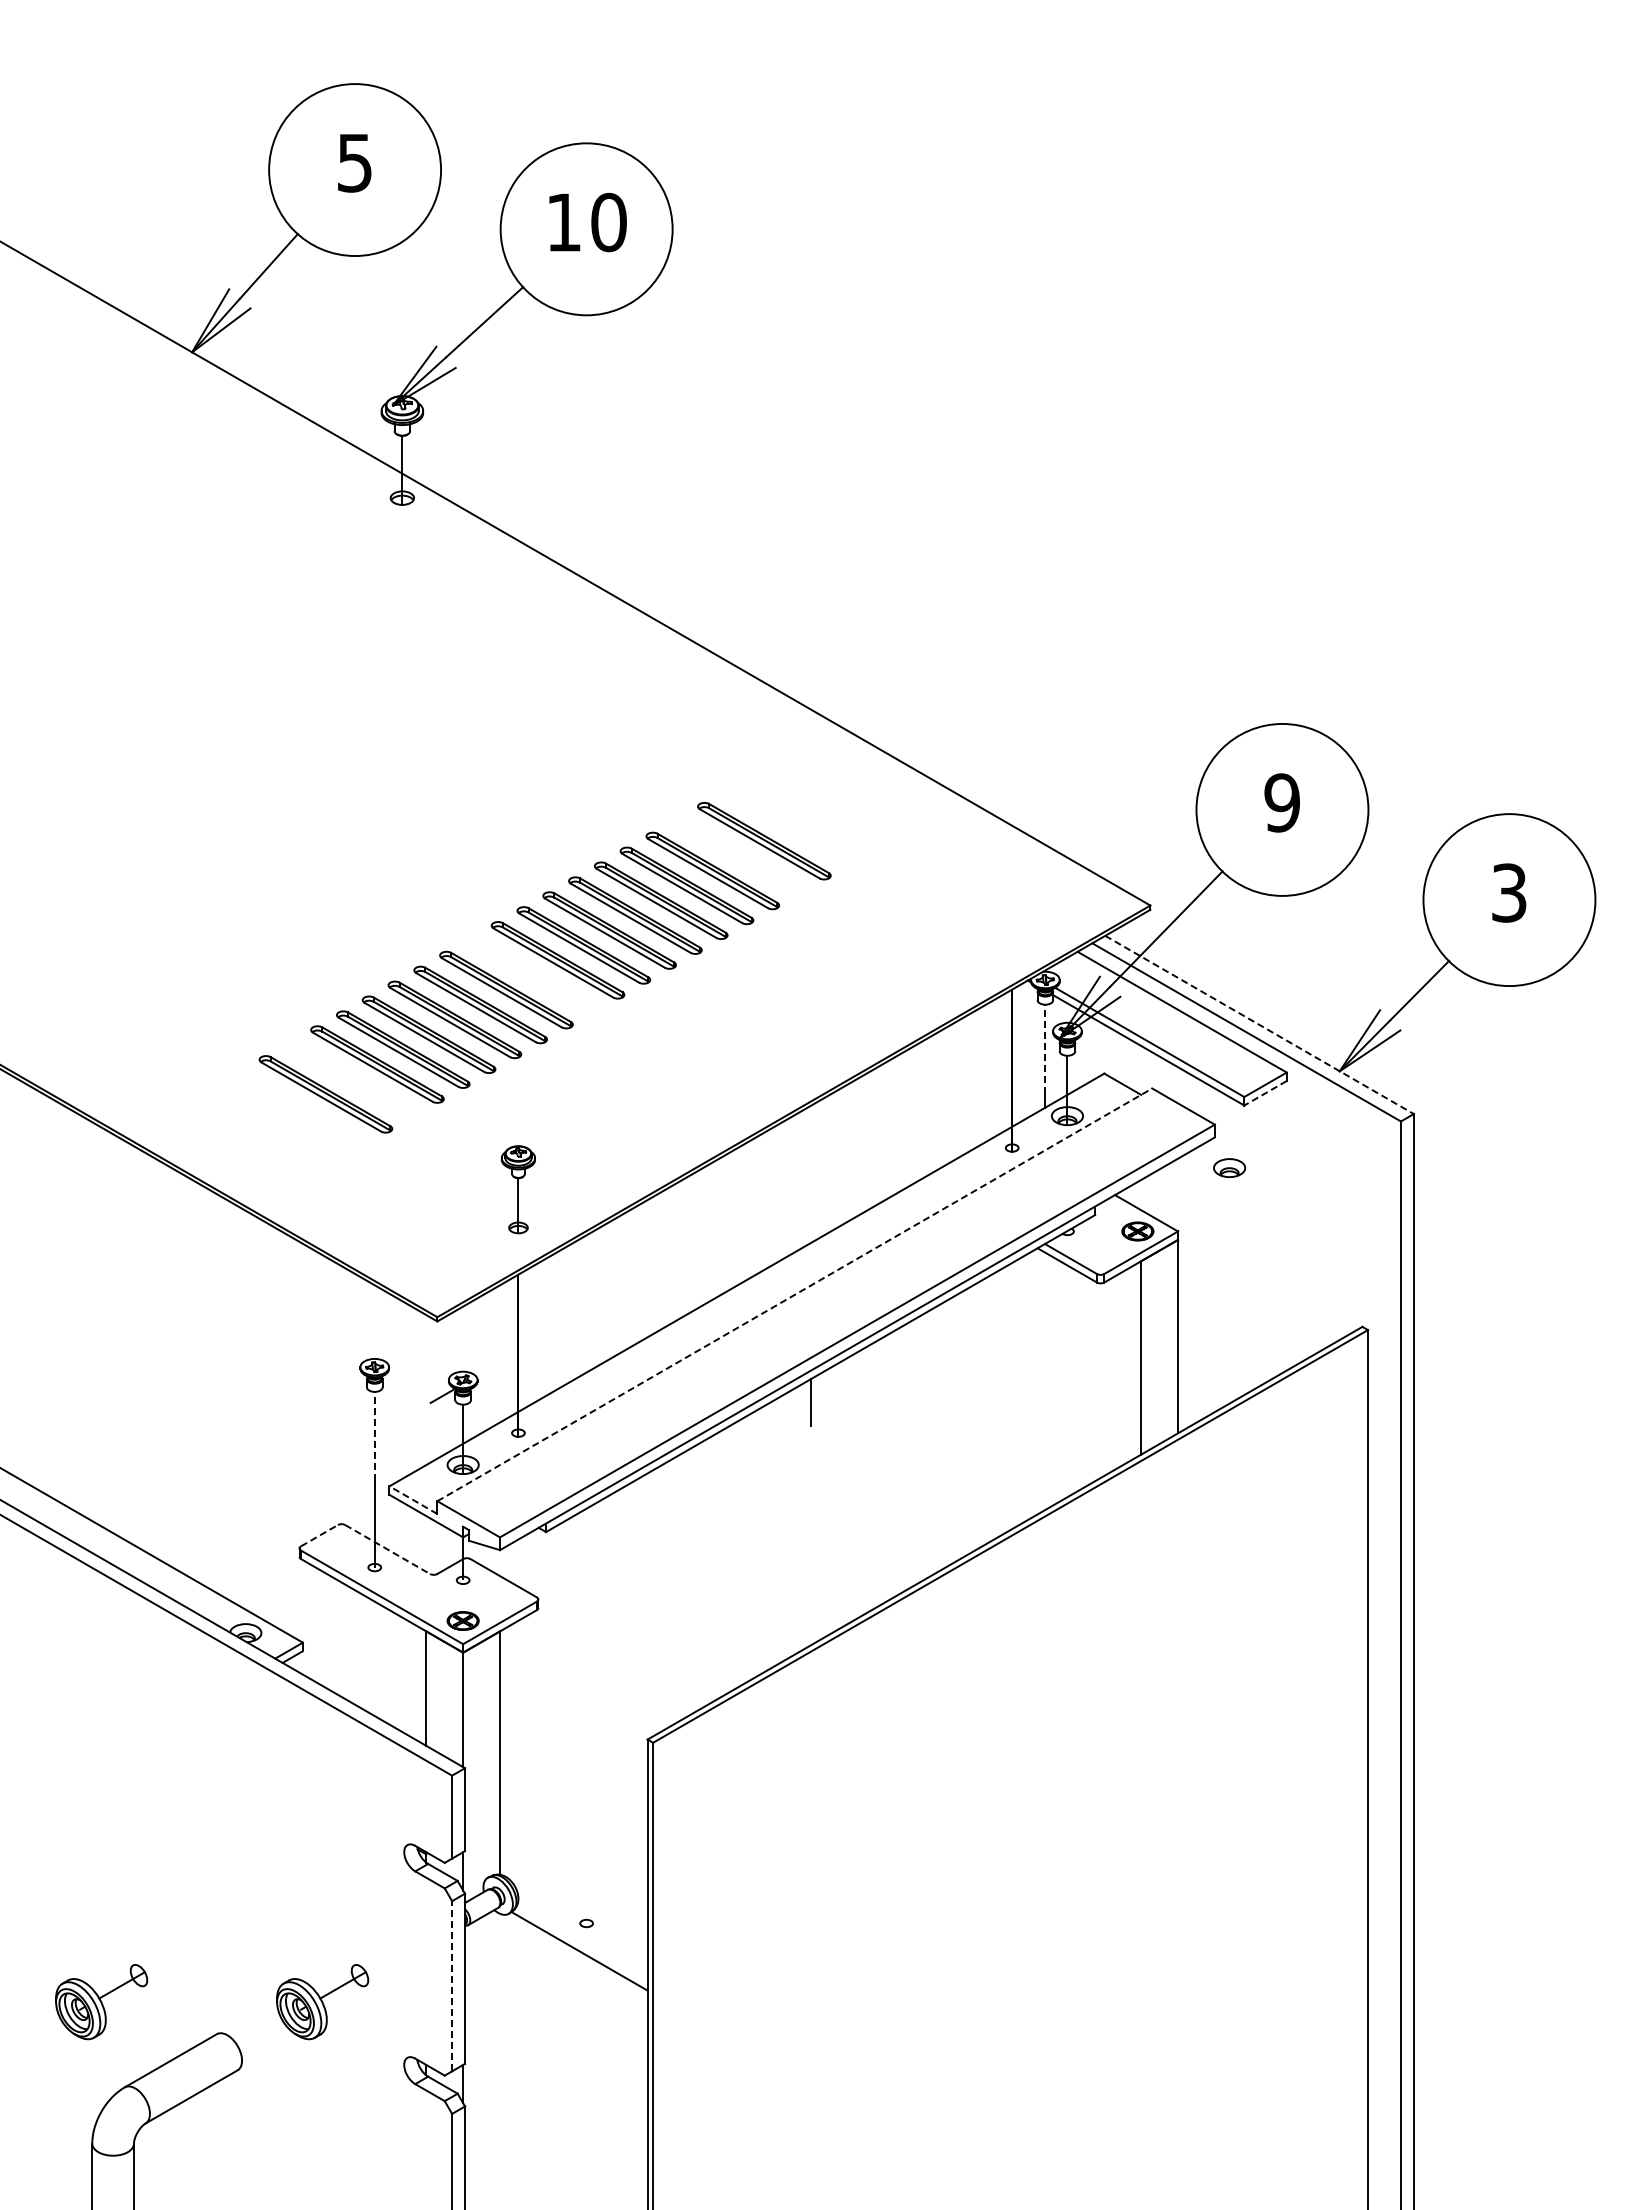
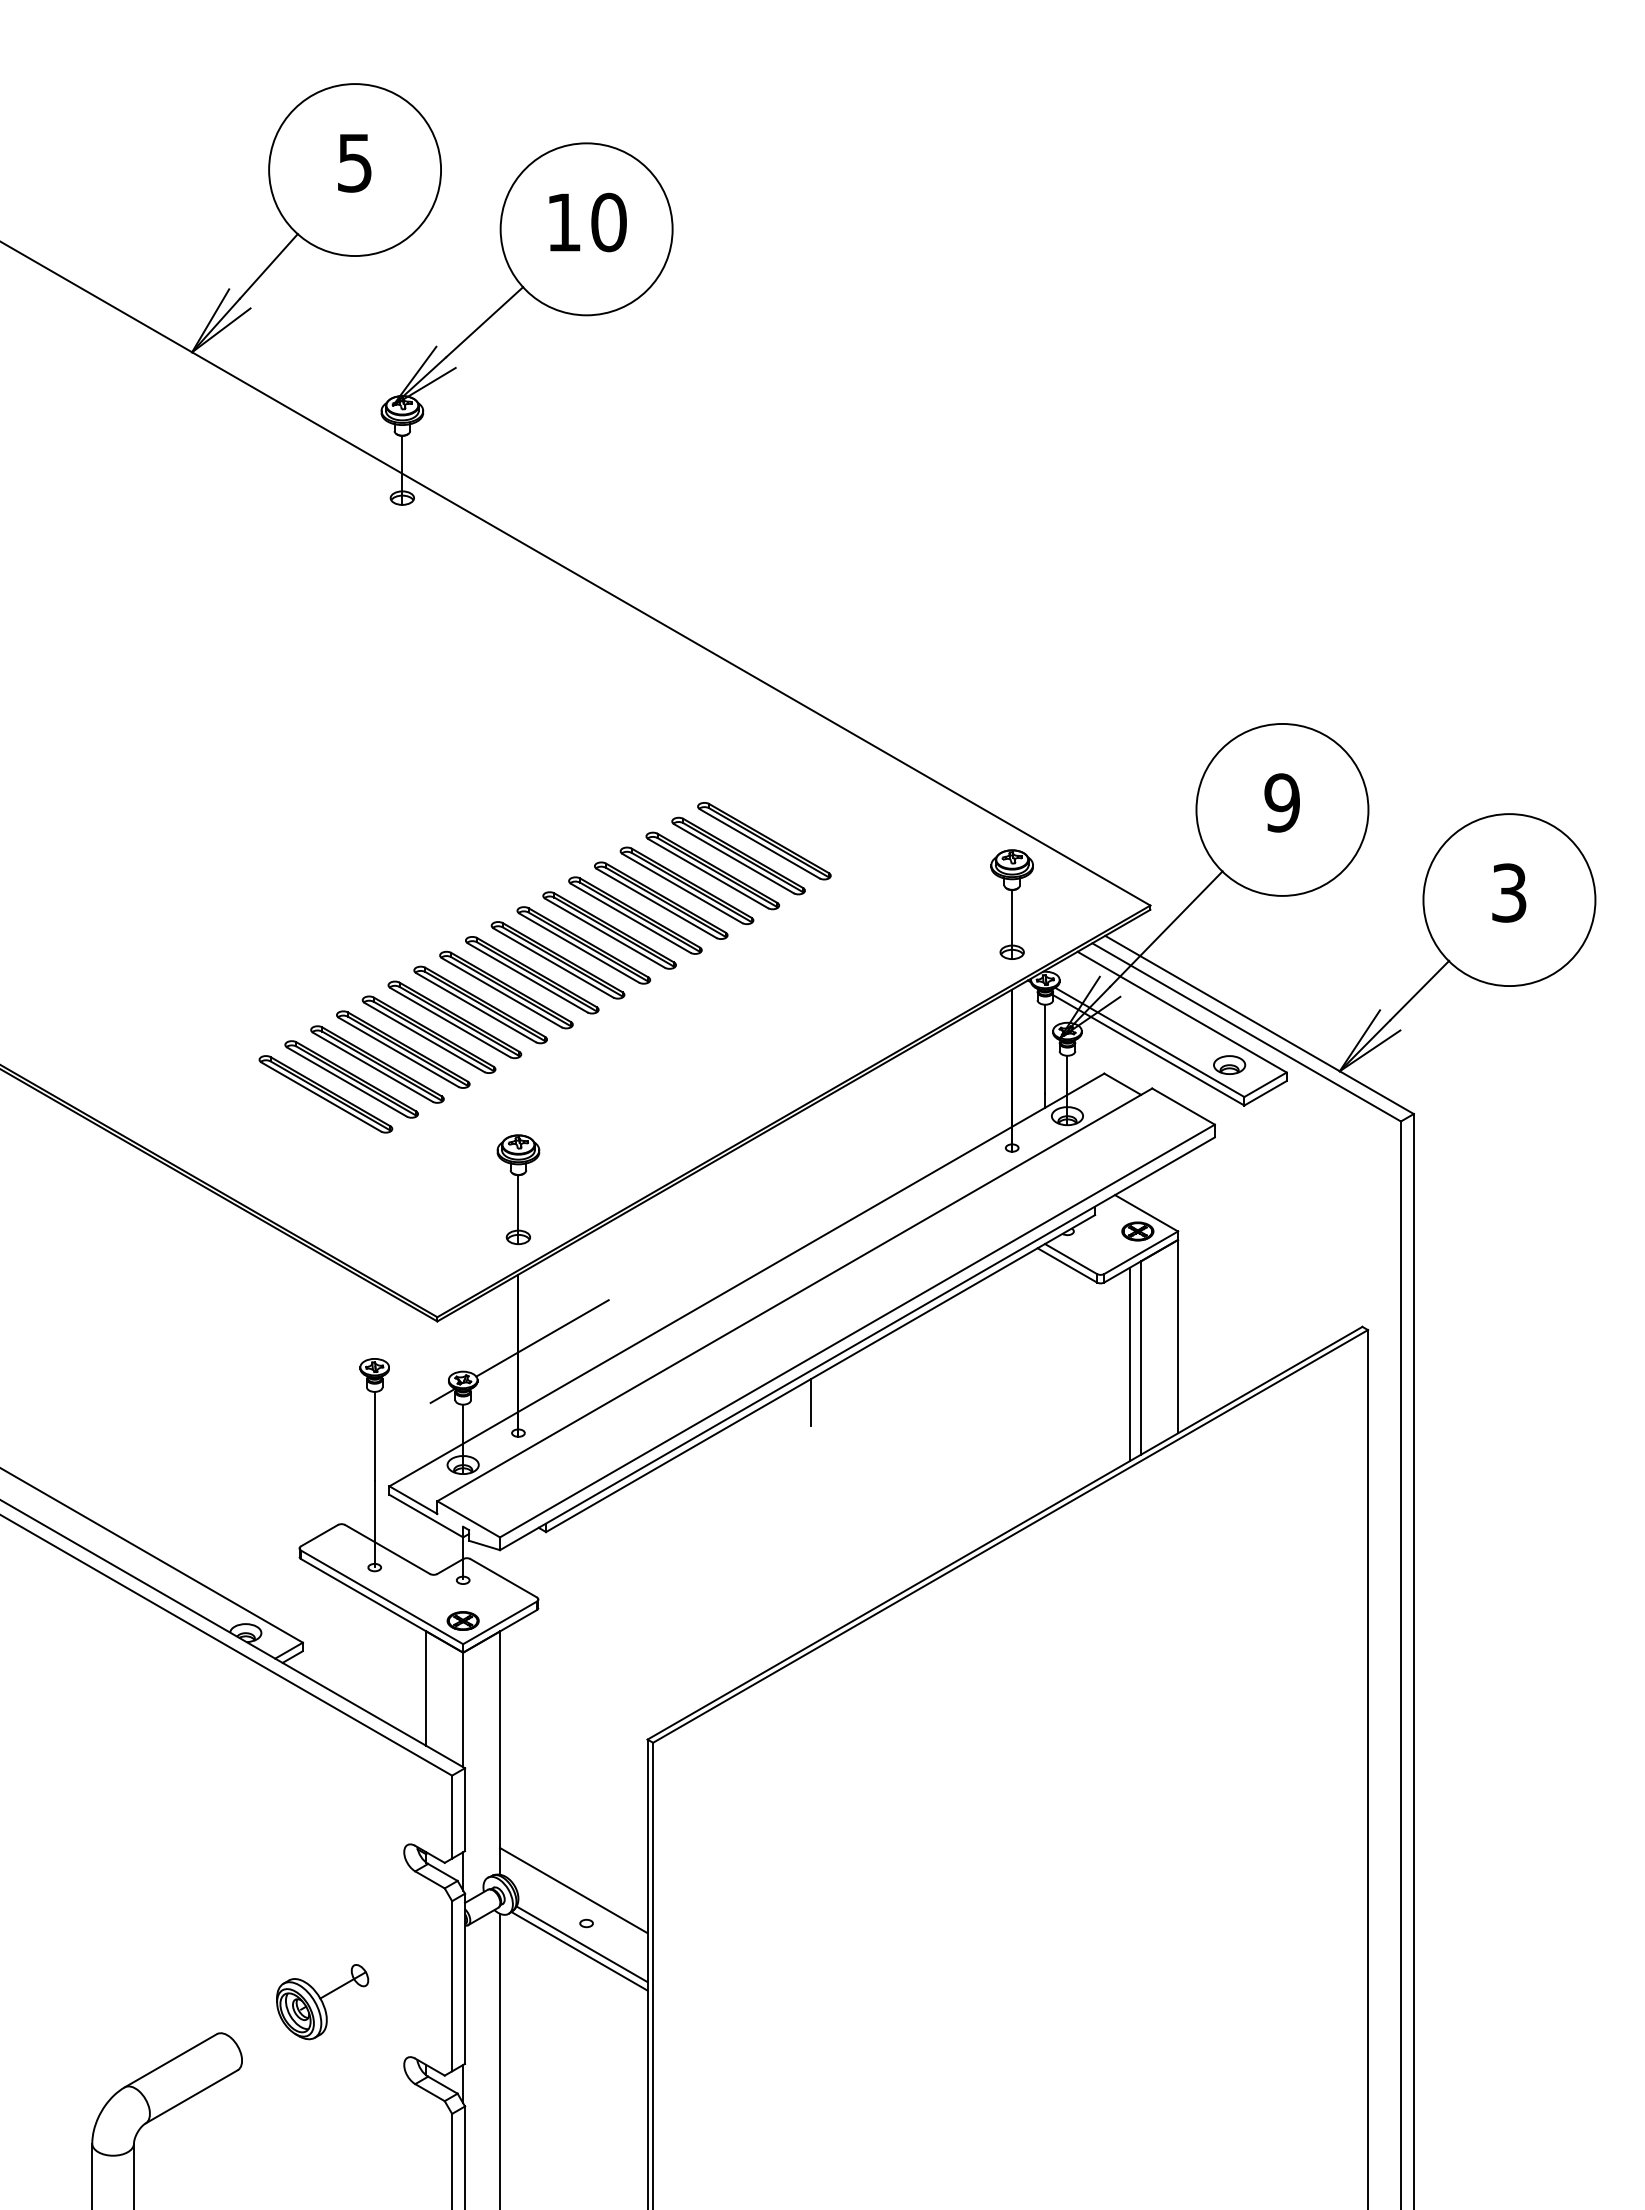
part at (738, 855): none -> present
part at (1011, 904): none -> present
part at (532, 975): none -> present
line at (1259, 1025): dashed -> solid
line at (1045, 1049): dashed -> solid
part at (351, 1079): none -> present
line at (1265, 1093): dashed -> solid
part at (1229, 1167) position: (1229, 1167) -> (1229, 1064)
part at (517, 1189) size: 36x90 px -> 45x112 px
line at (794, 1294): dashed -> solid
line at (542, 1338): none -> present
line at (1130, 1364): none -> present
line at (374, 1436): dashed -> solid
line at (413, 1500): dashed -> solid
line at (319, 1535): dashed -> solid
line at (387, 1549): dashed -> solid
line at (573, 1890): none -> present
line at (581, 1944): none -> present
line at (452, 1985): dashed -> solid
part at (101, 2002): present -> none
line at (500, 2059): none -> present
